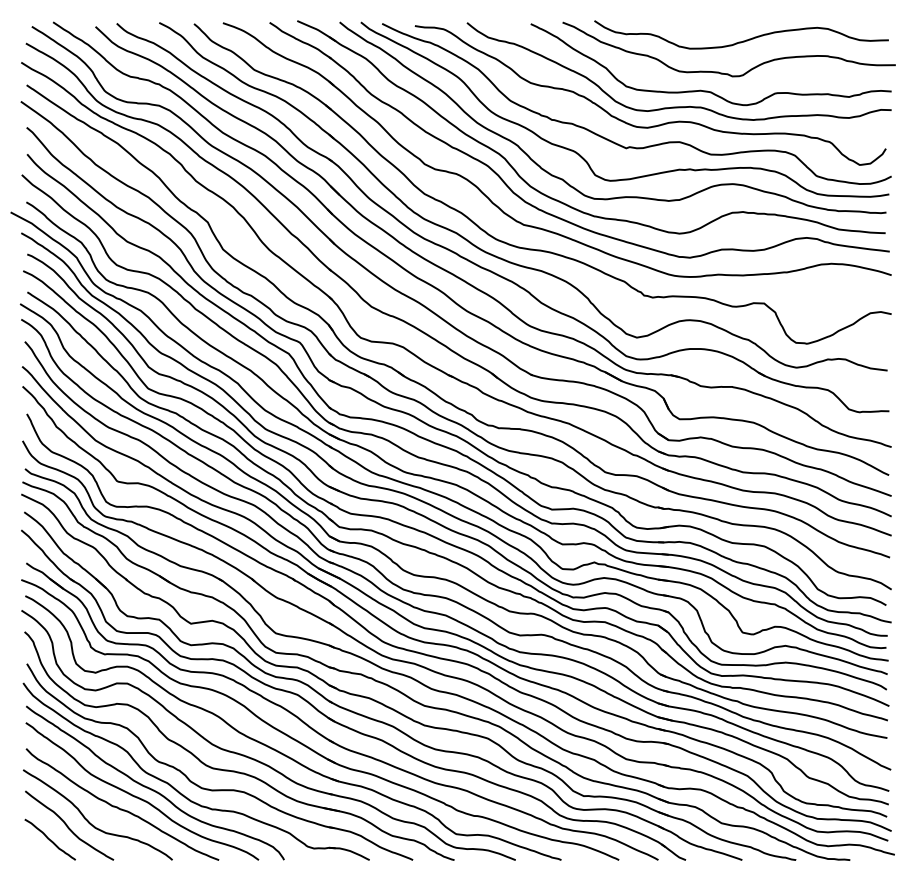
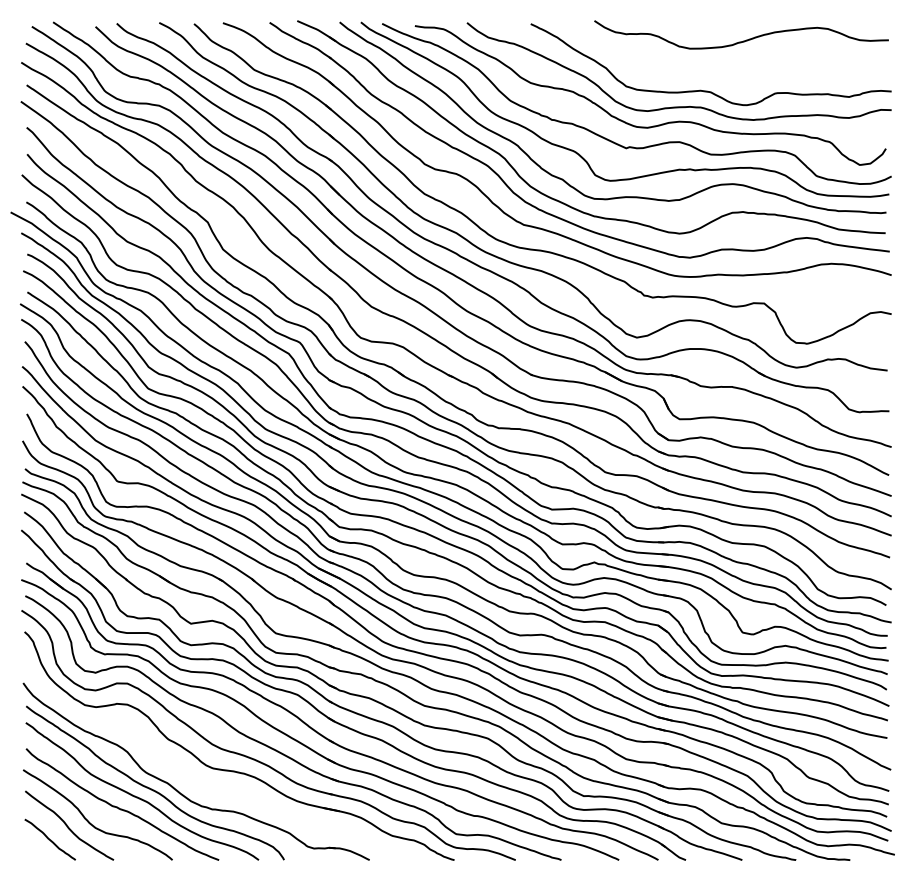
curve at (722, 72): present -> none
part at (219, 789): present -> none
